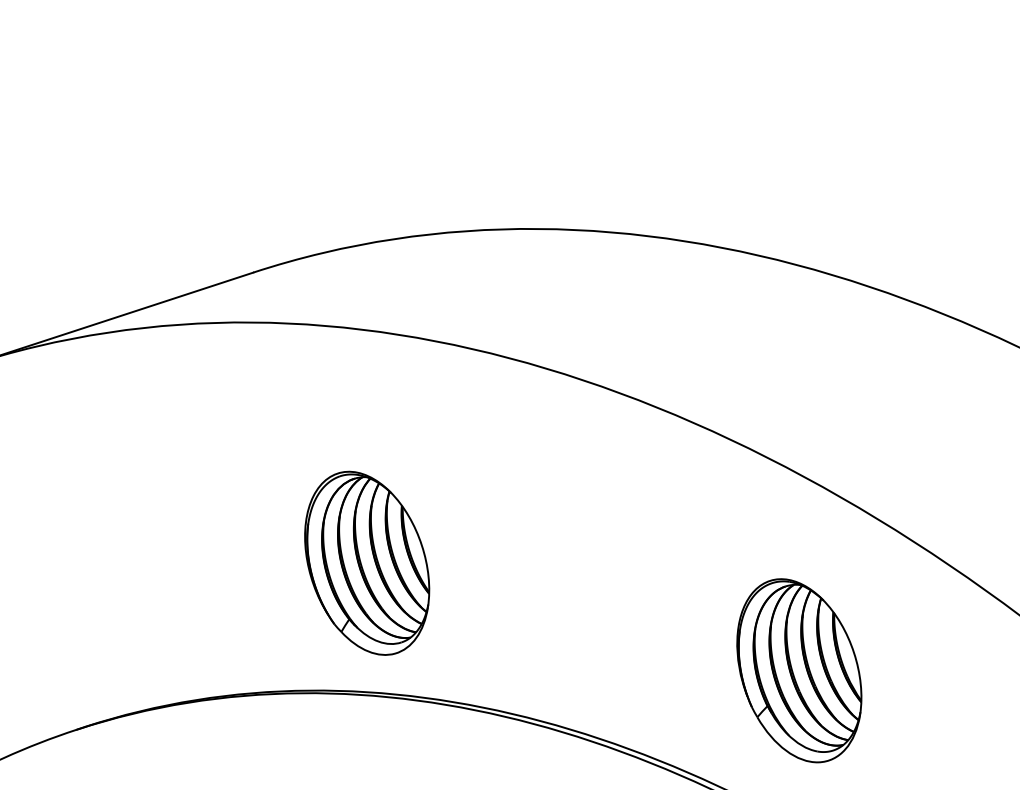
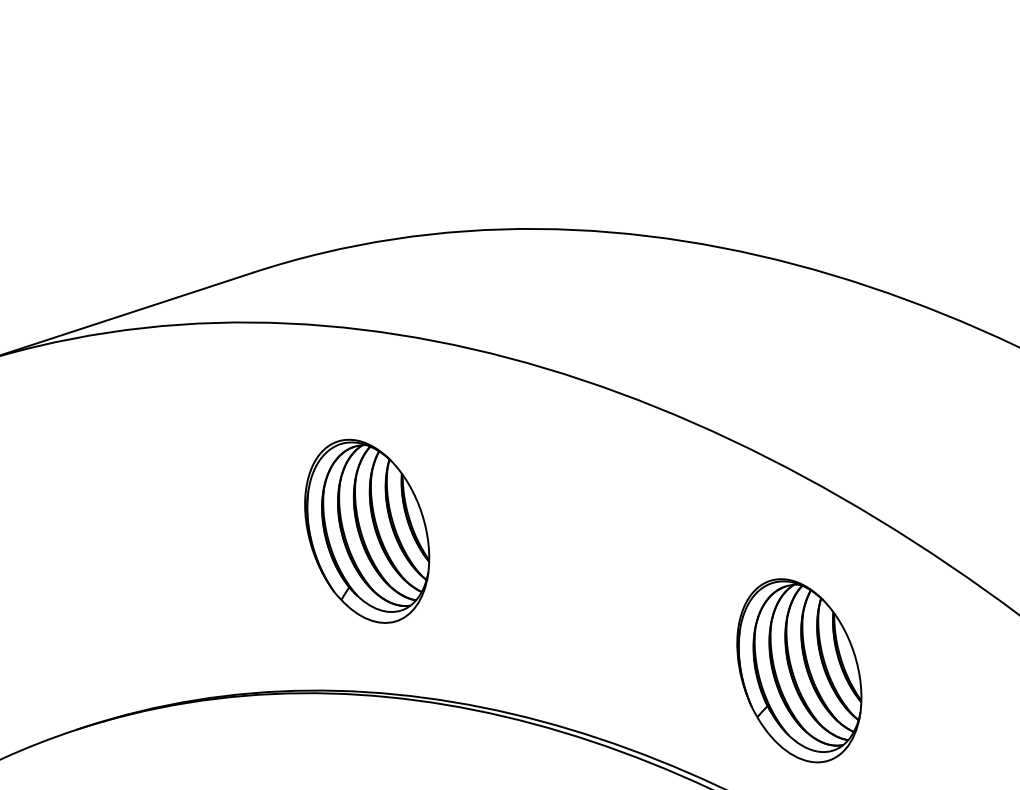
part at (367, 562) position: (367, 562) -> (367, 530)
